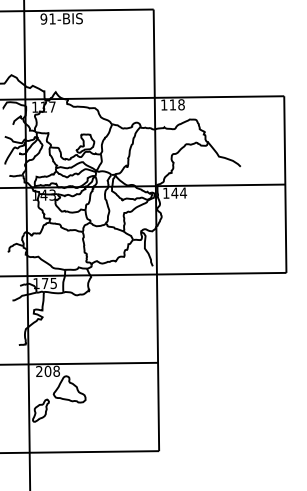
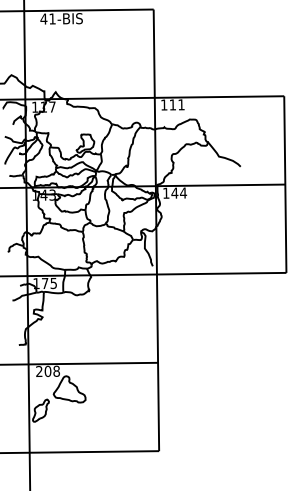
text at (43, 18): 91-BIS -> 41-BIS
text at (181, 104): 118 -> 111
